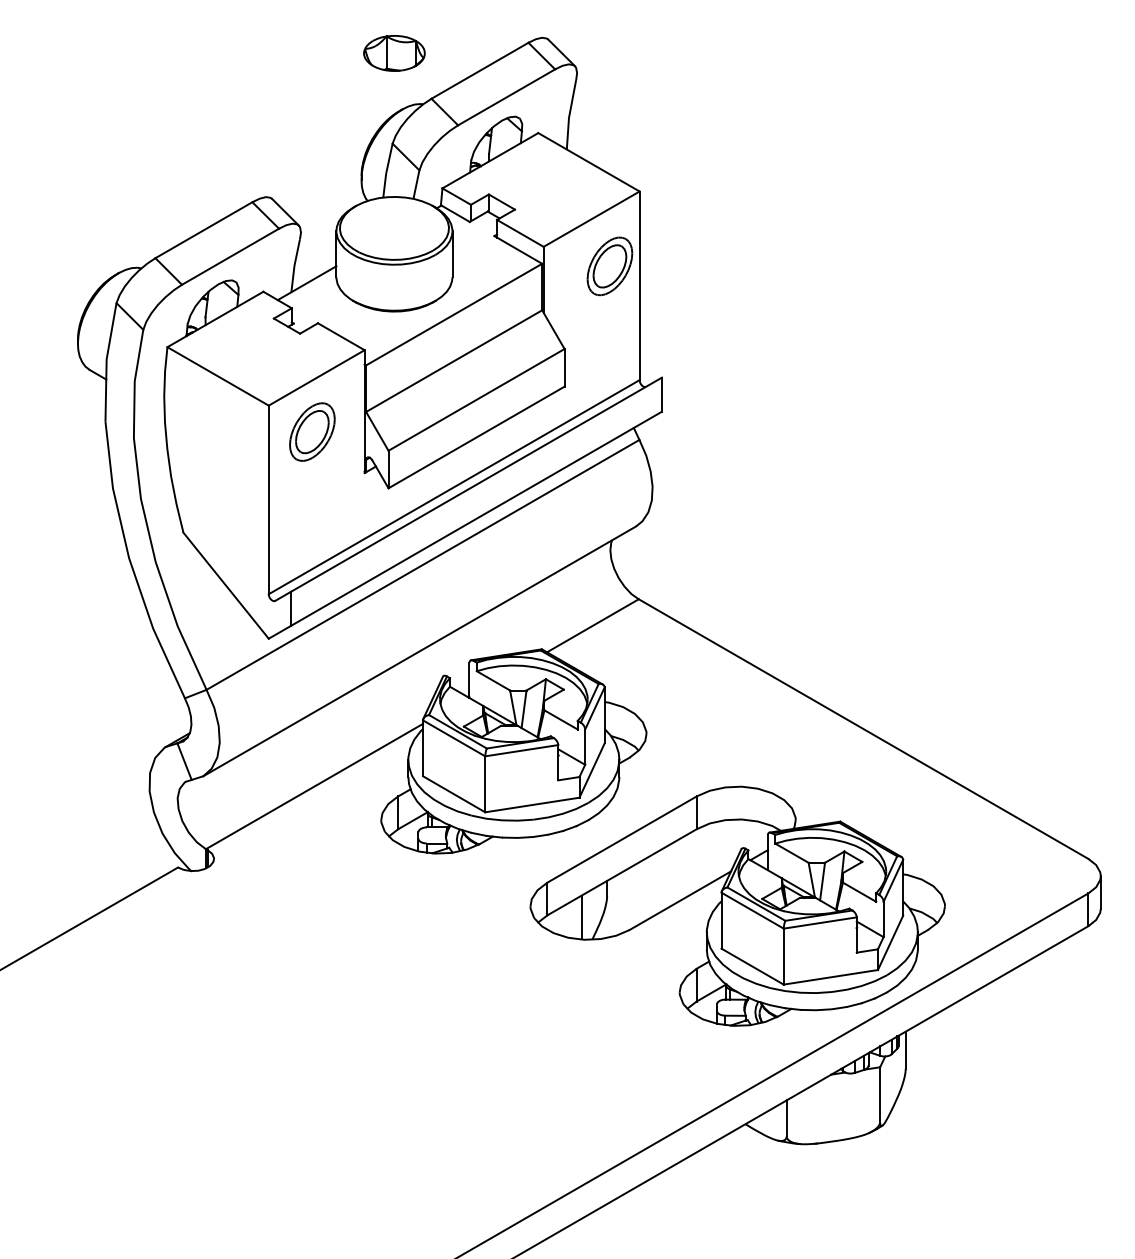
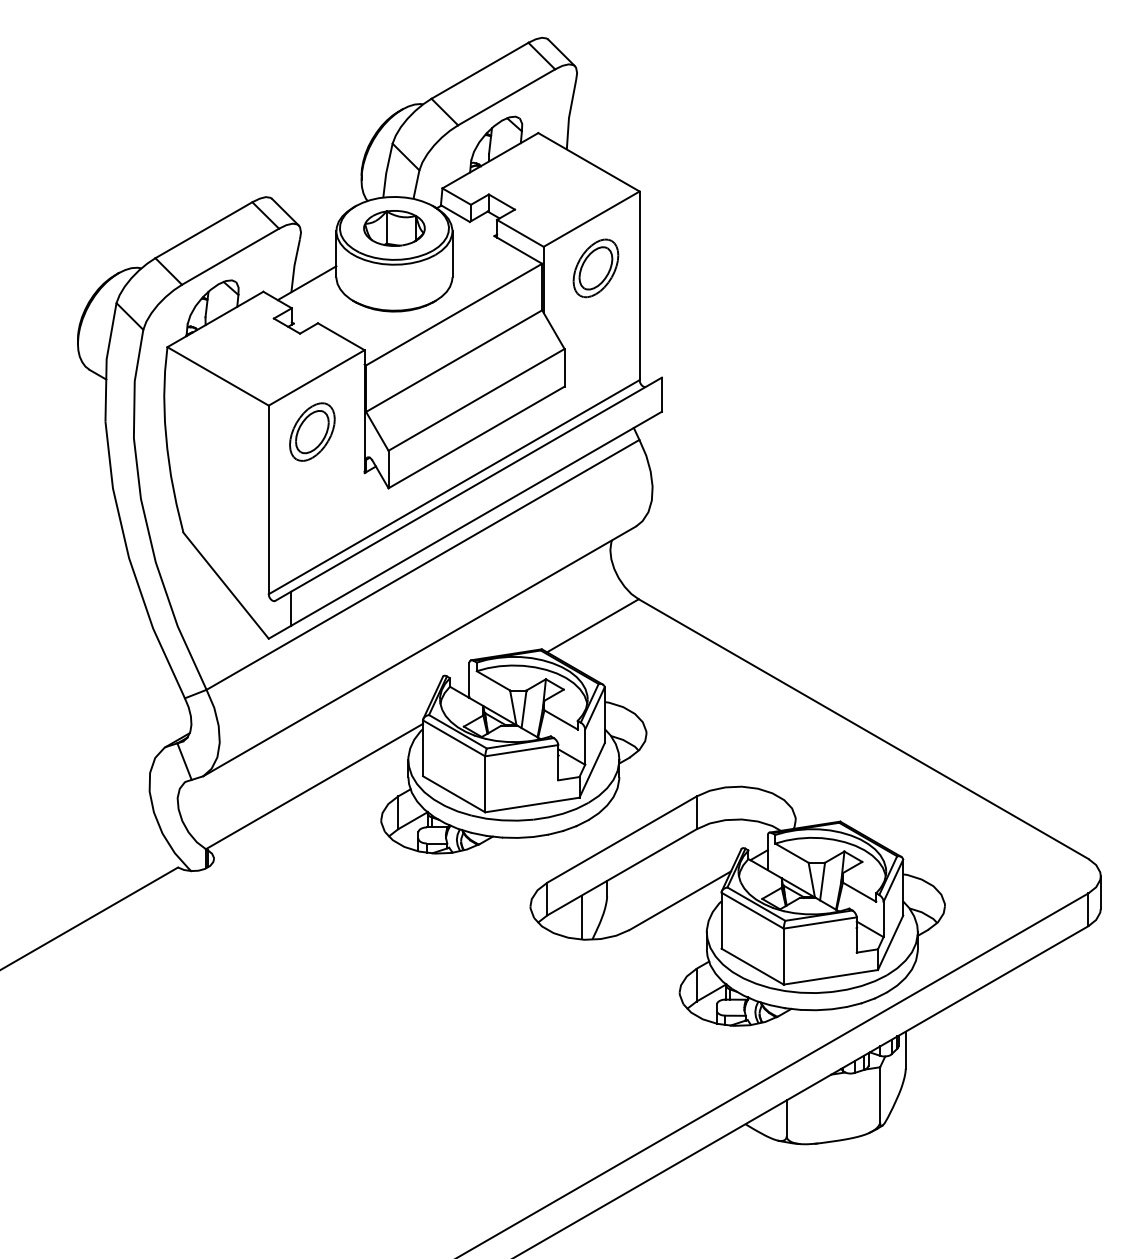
part at (394, 53) position: (394, 53) -> (394, 228)
part at (609, 266) position: (609, 266) -> (595, 268)
